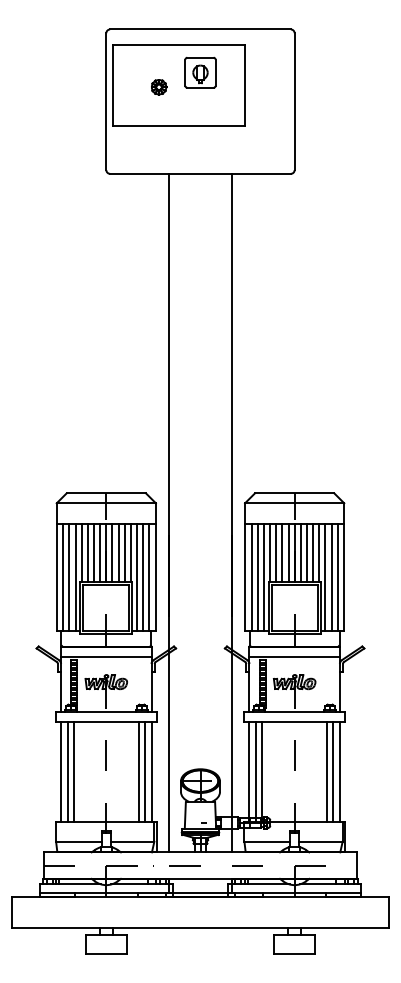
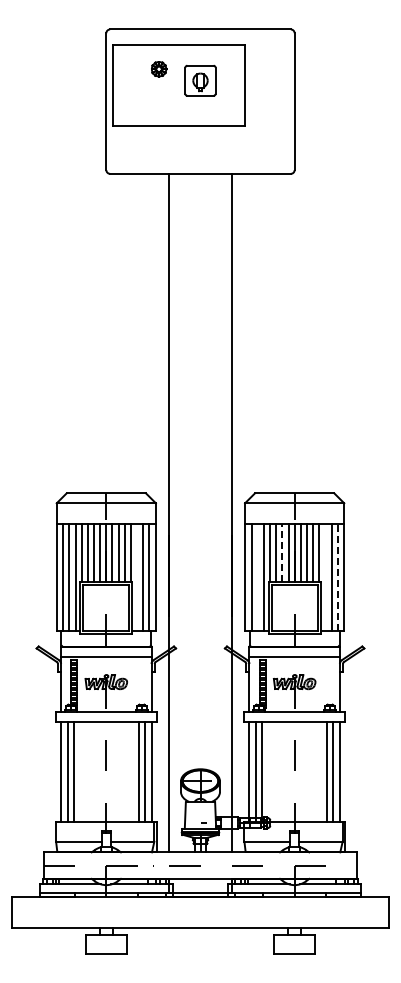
part at (200, 72) position: (200, 72) -> (200, 80)
part at (159, 87) position: (159, 87) -> (159, 69)
line at (282, 552): solid -> dashed
line at (137, 577): present -> none
line at (257, 577): present -> none
line at (325, 577): present -> none
line at (337, 577): solid -> dashed
